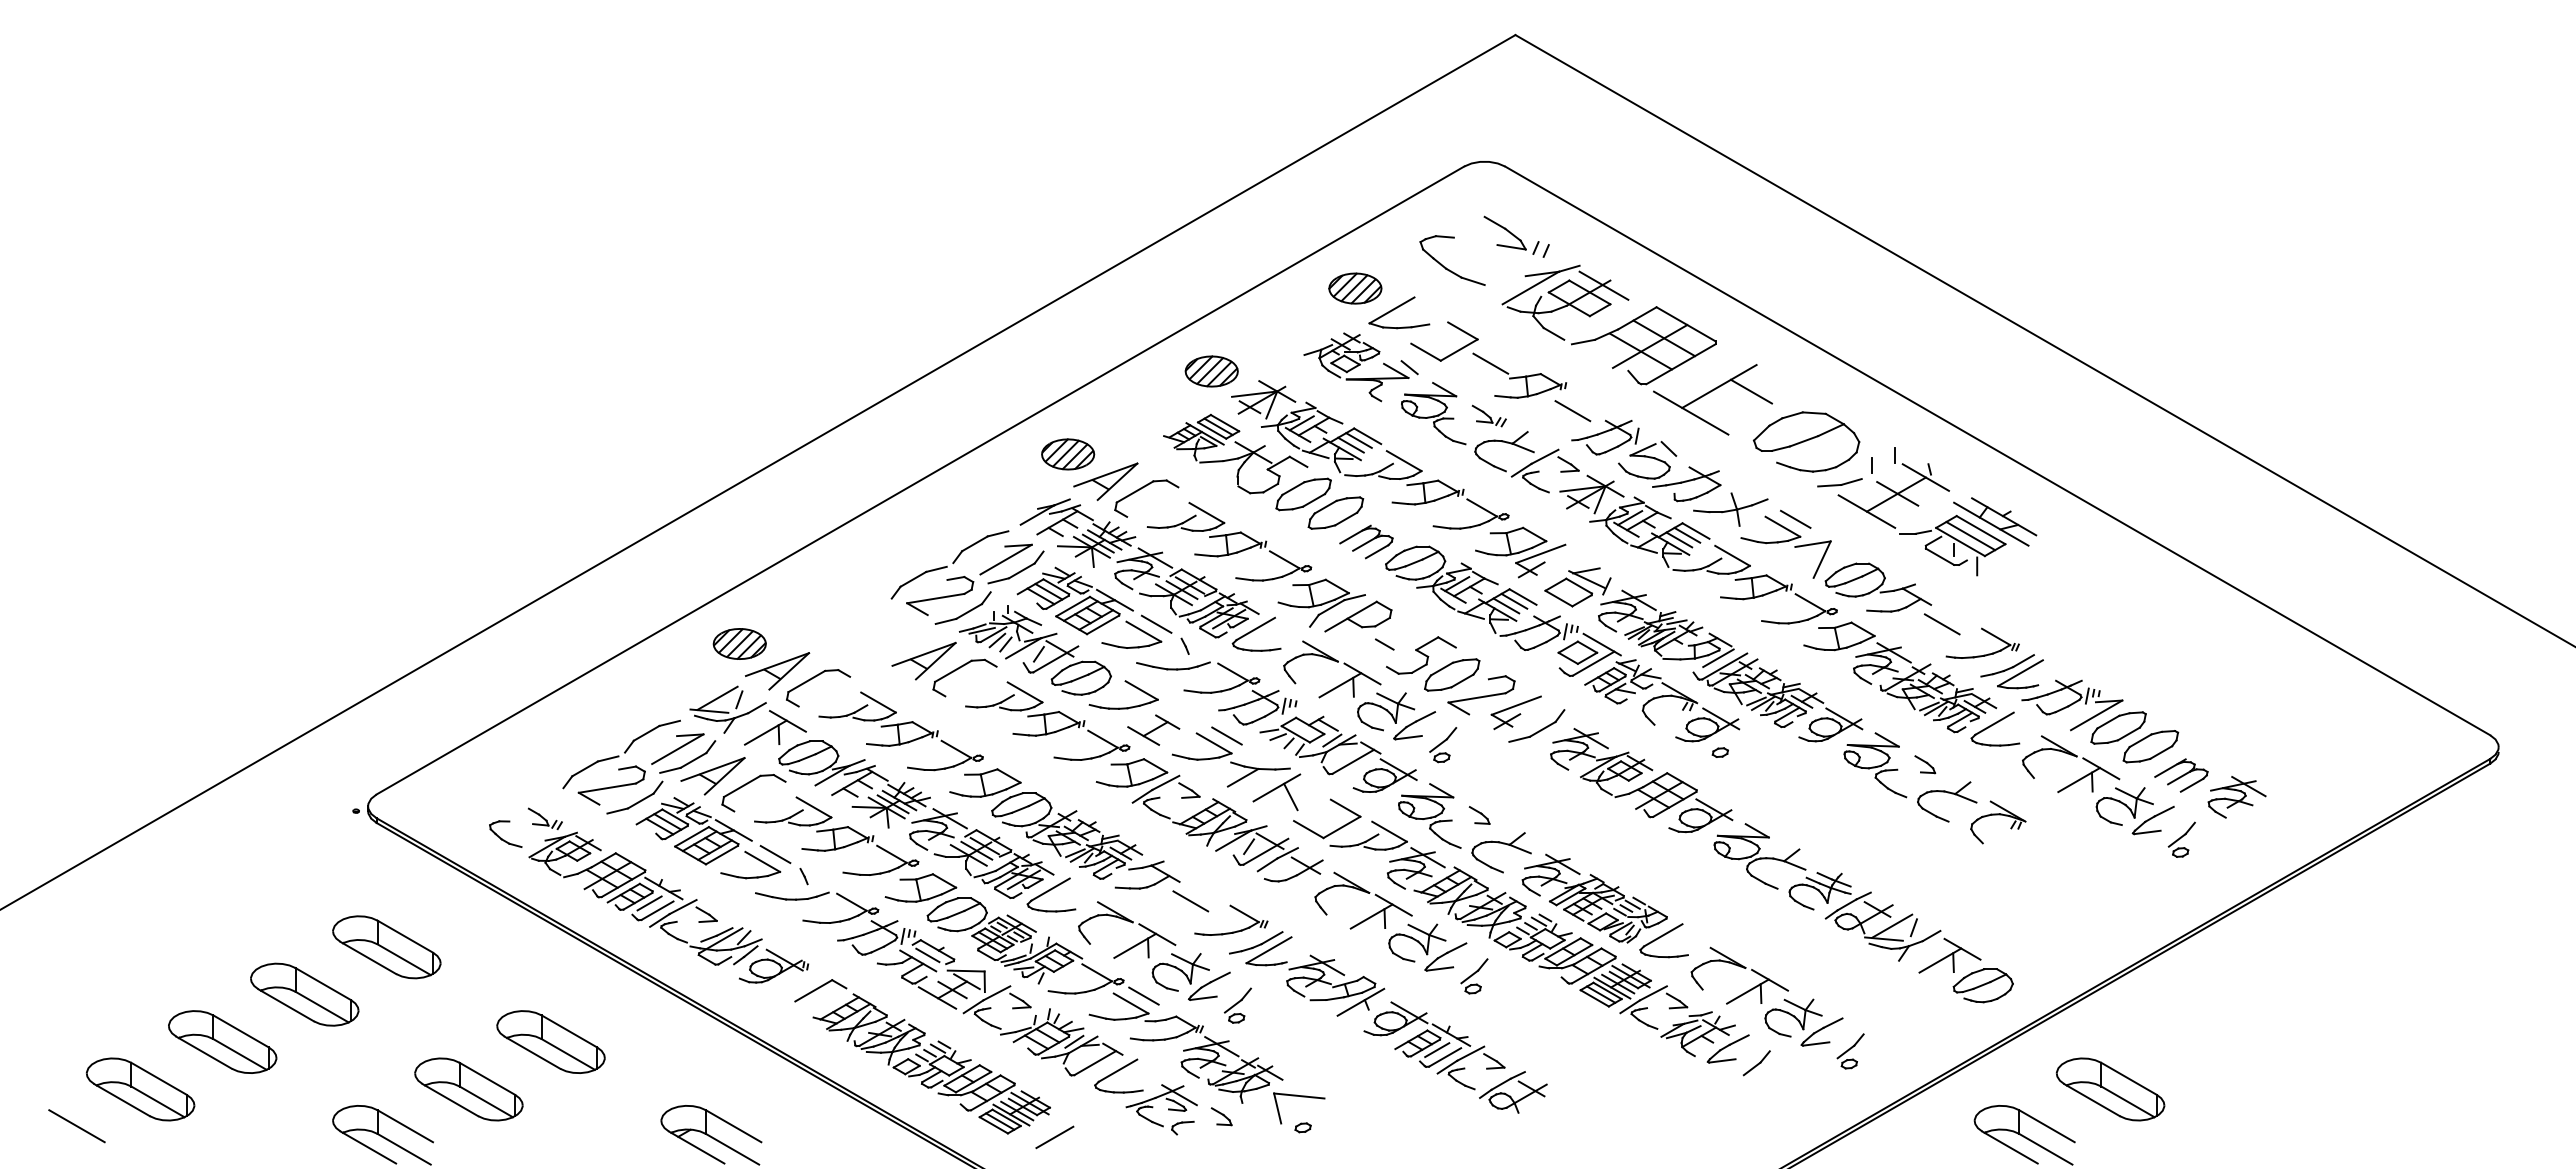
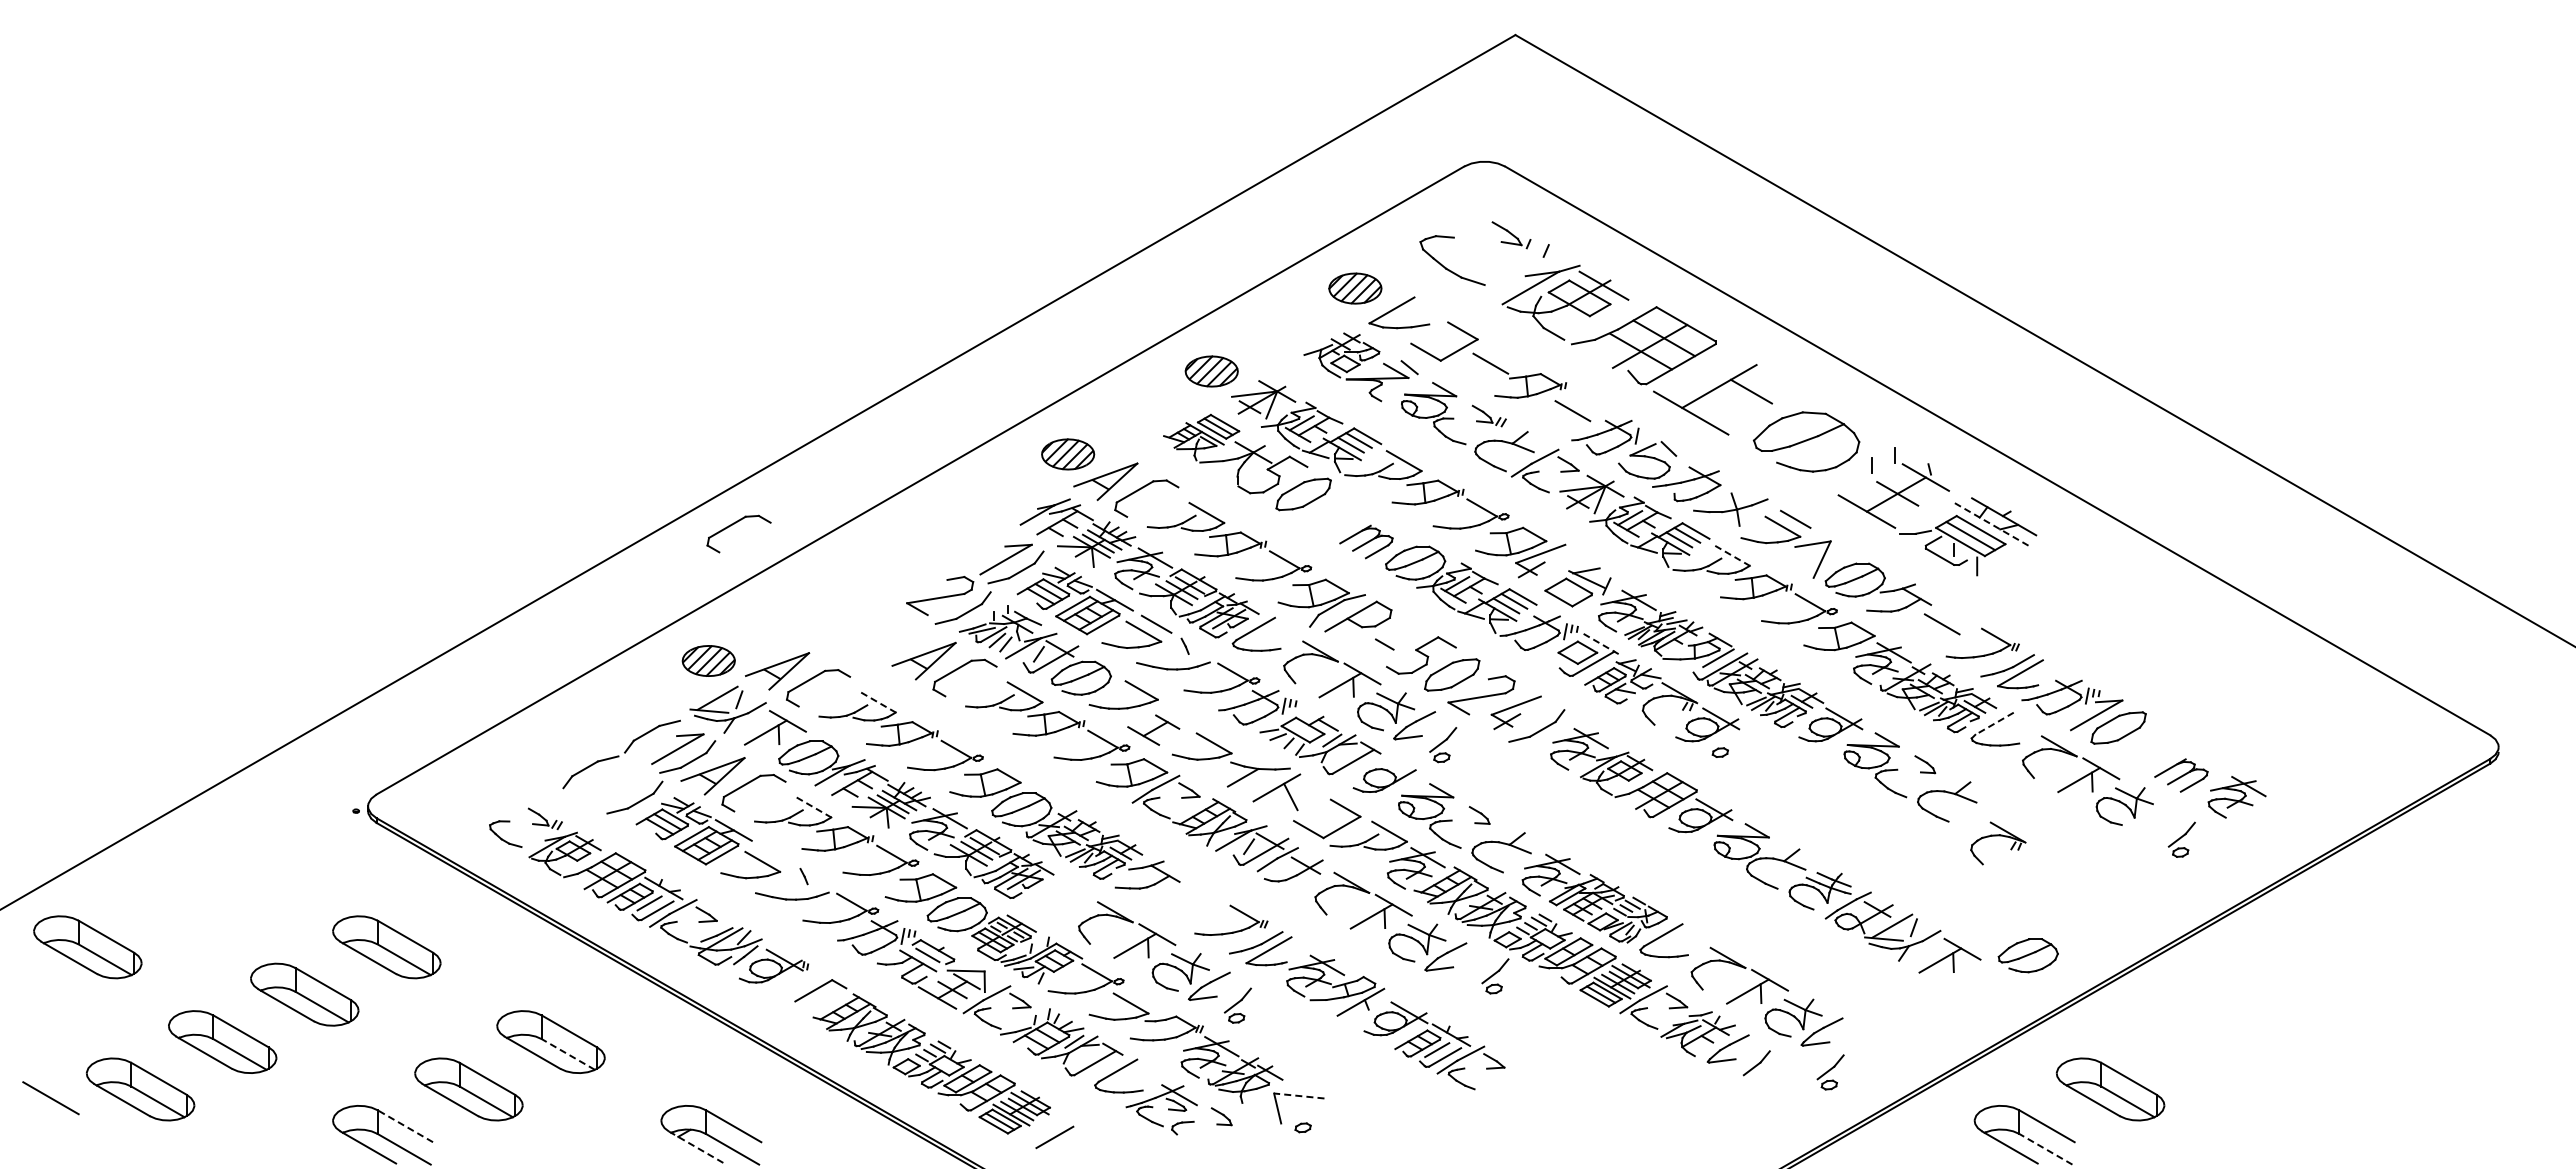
part at (1511, 234) size: 57x40 px -> 41x29 px
part at (1839, 482): present -> none
part at (1335, 512): present -> none
part at (734, 524): none -> present
line at (1991, 524): solid -> dashed
line at (1732, 555): solid -> dashed
part at (949, 564): present -> none
part at (739, 643) position: (739, 643) -> (708, 660)
line at (1602, 644): solid -> dashed
line at (878, 702): solid -> dashed
line at (1994, 724): solid -> dashed
line at (1226, 735): present -> none
part at (2150, 746): present -> none
line at (1398, 769): present -> none
part at (611, 785): present -> none
line at (814, 807): solid -> dashed
part at (1998, 815) position: (1998, 815) -> (1998, 836)
part at (2152, 820): present -> none
line at (775, 854): present -> none
part at (1051, 894): present -> none
line at (1190, 901): present -> none
part at (87, 947): none -> present
part at (1474, 976) position: (1474, 976) -> (1495, 976)
part at (1982, 985) position: (1982, 985) -> (2027, 955)
line at (1143, 995): present -> none
part at (1850, 1051) position: (1850, 1051) -> (1830, 1072)
line at (568, 1054): solid -> dashed
part at (1513, 1092): present -> none
line at (1298, 1095): solid -> dashed
line at (76, 1126) position: (76, 1126) -> (50, 1098)
line at (405, 1126): solid -> dashed
line at (696, 1147): solid -> dashed
line at (2045, 1149): solid -> dashed
